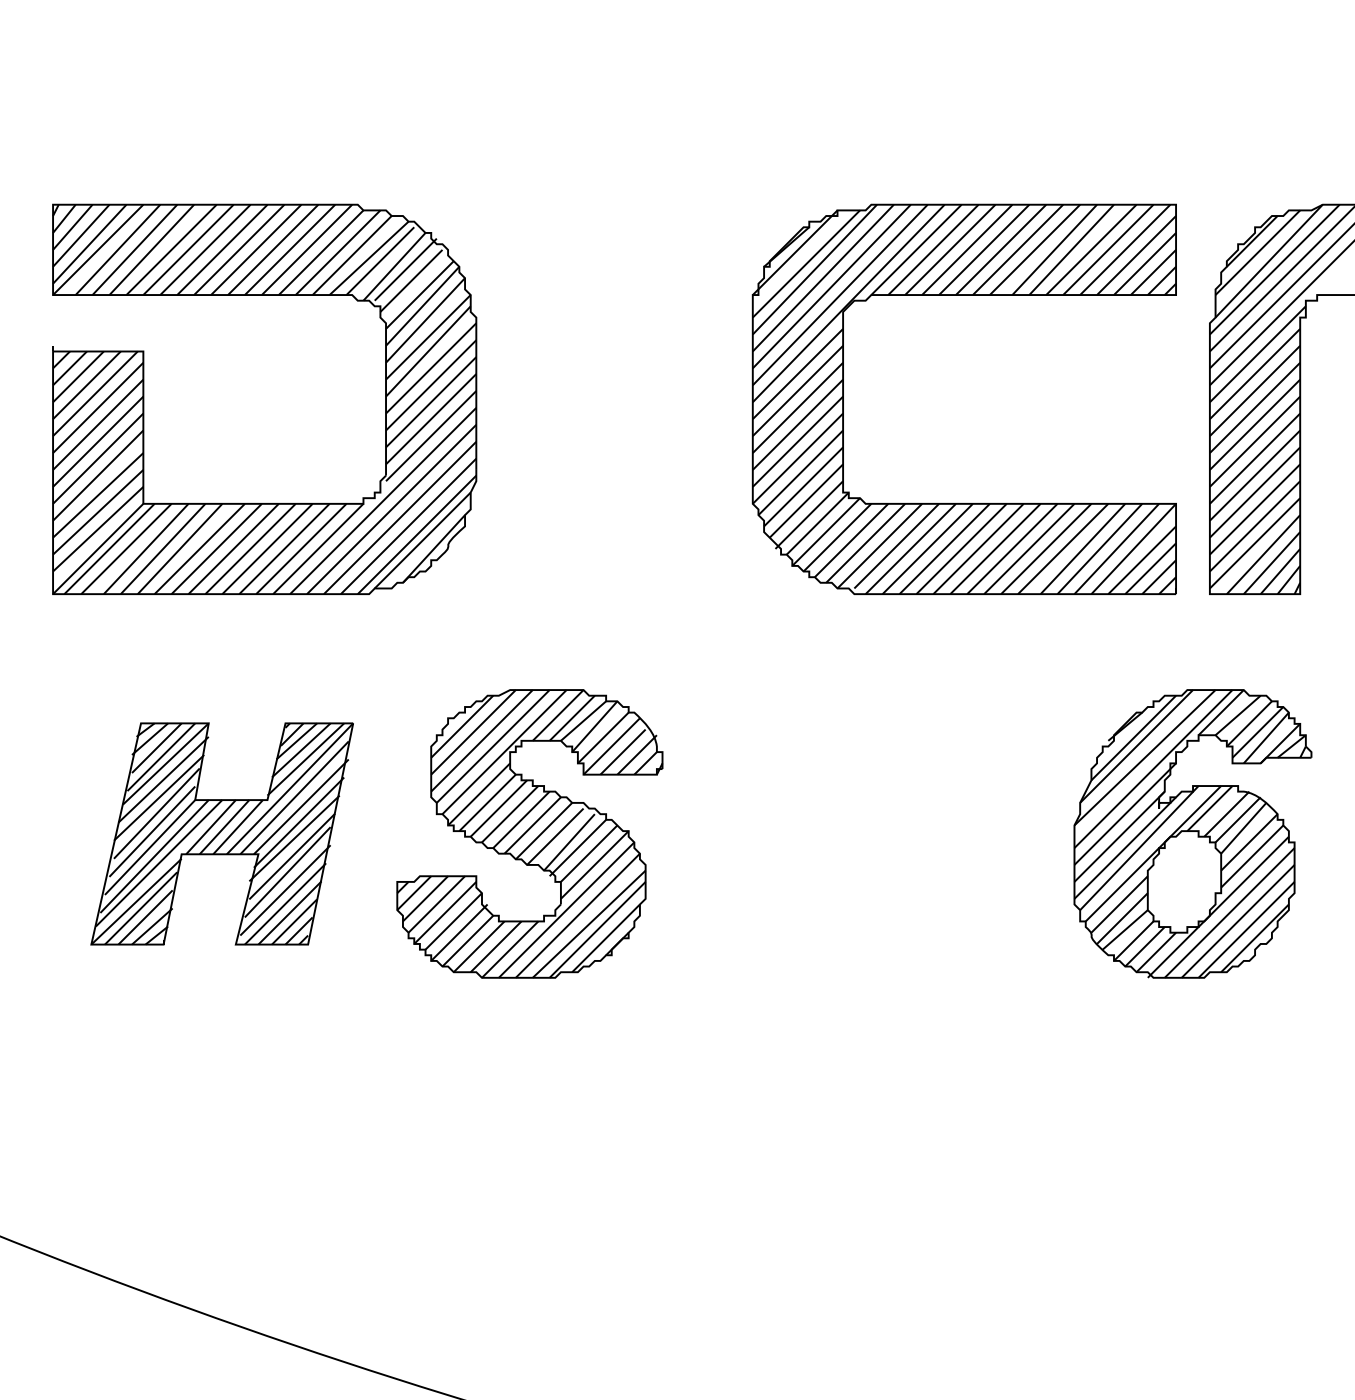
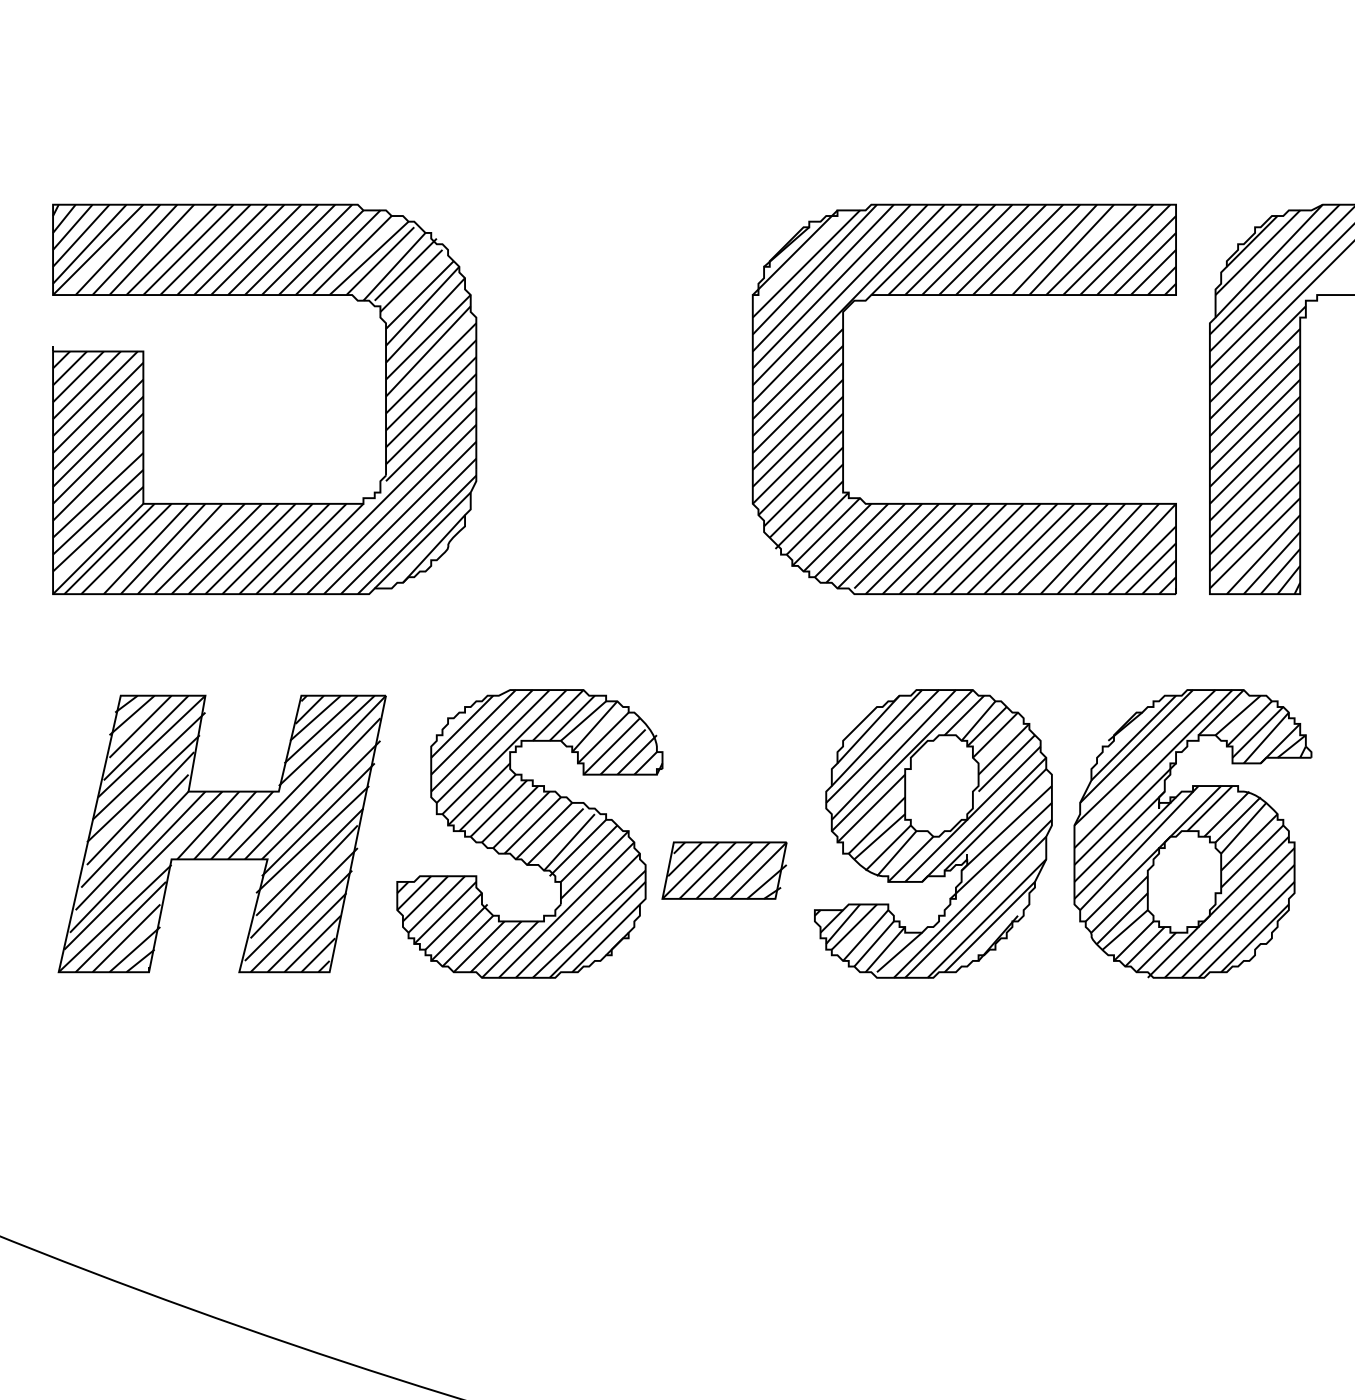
part at (221, 833) size: 264x224 px -> 330x280 px
part at (933, 833): none -> present
part at (724, 870): none -> present
